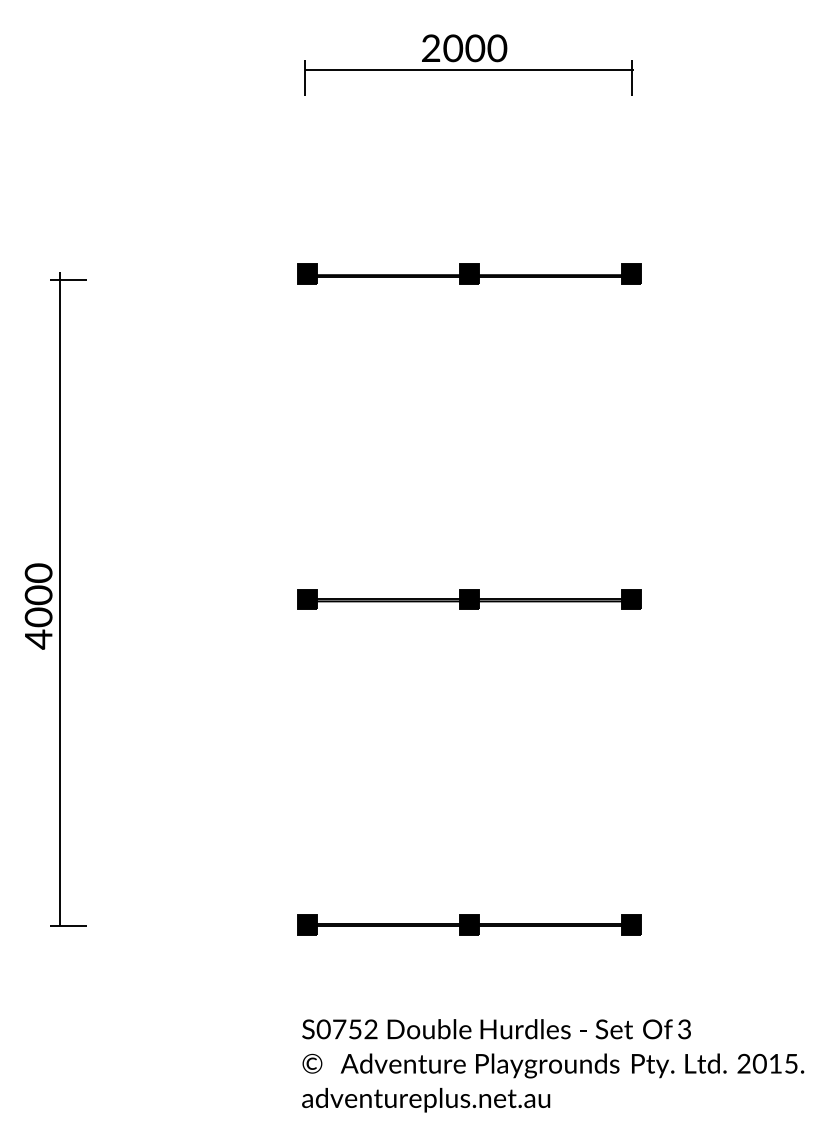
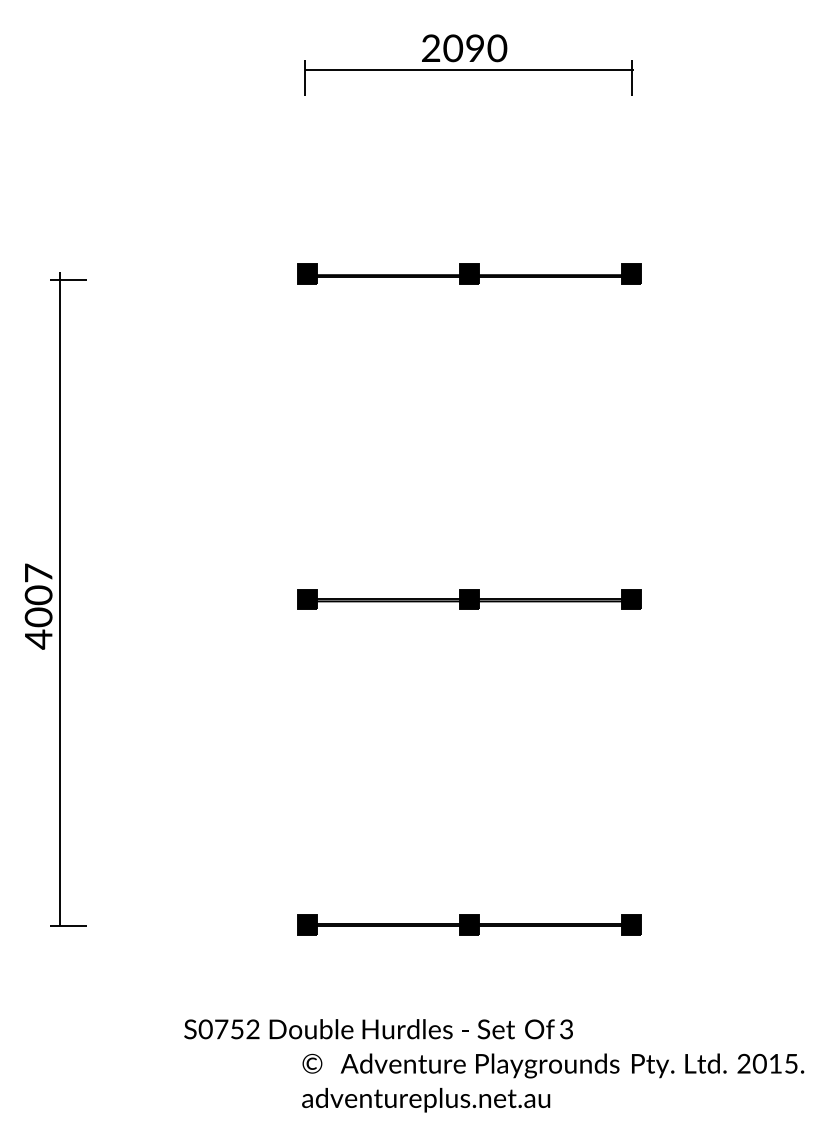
text at (475, 48): 2000 -> 2090
text at (38, 572): 4000 -> 4007
text at (496, 1029) position: (496, 1029) -> (378, 1029)
